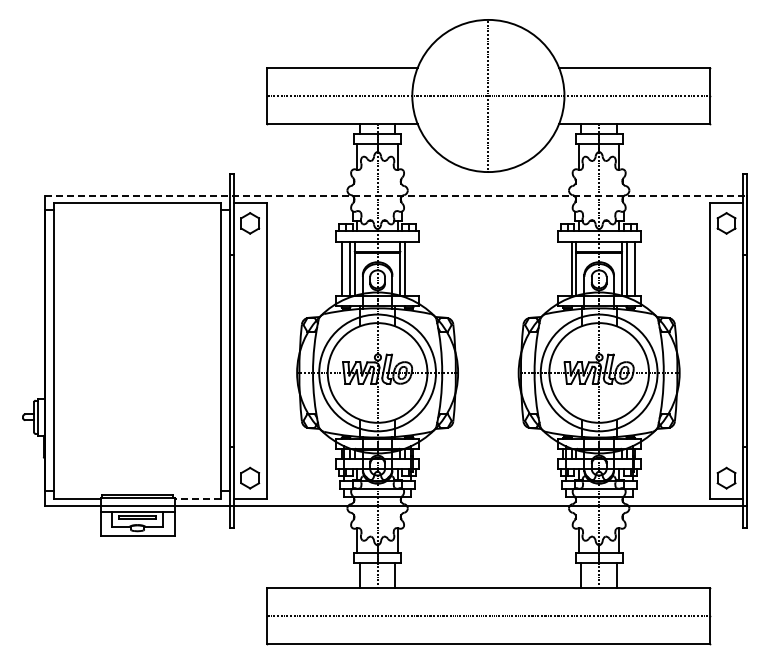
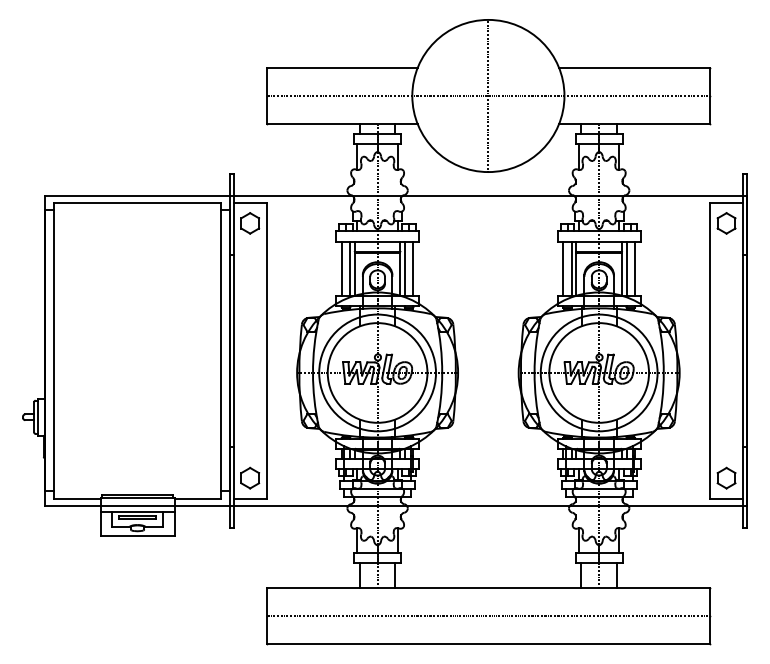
line at (396, 195): dashed -> solid
line at (413, 268): none -> present
line at (563, 268): none -> present
line at (197, 498): dashed -> solid
